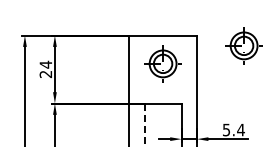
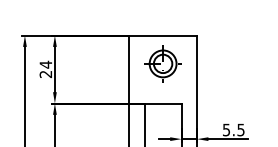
part at (243, 45): present -> none
line at (144, 125): dashed -> solid
text at (240, 129): 5.4 -> 5.5
